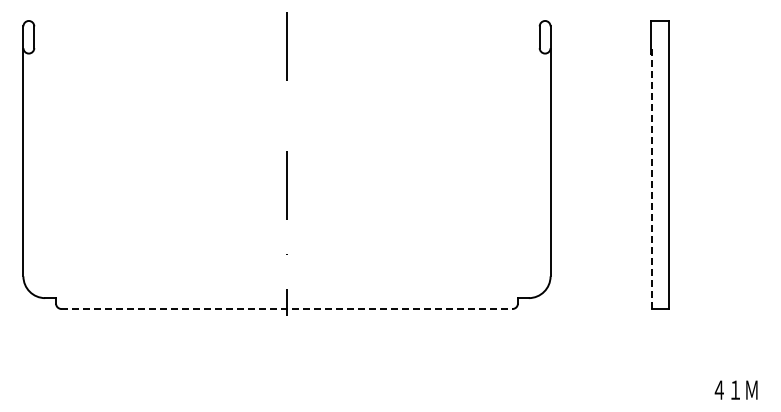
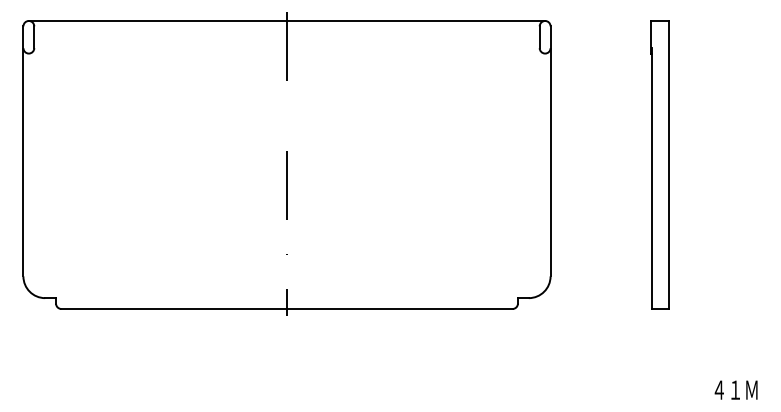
line at (286, 20): none -> present
line at (652, 178): dashed -> solid
line at (287, 309): dashed -> solid
